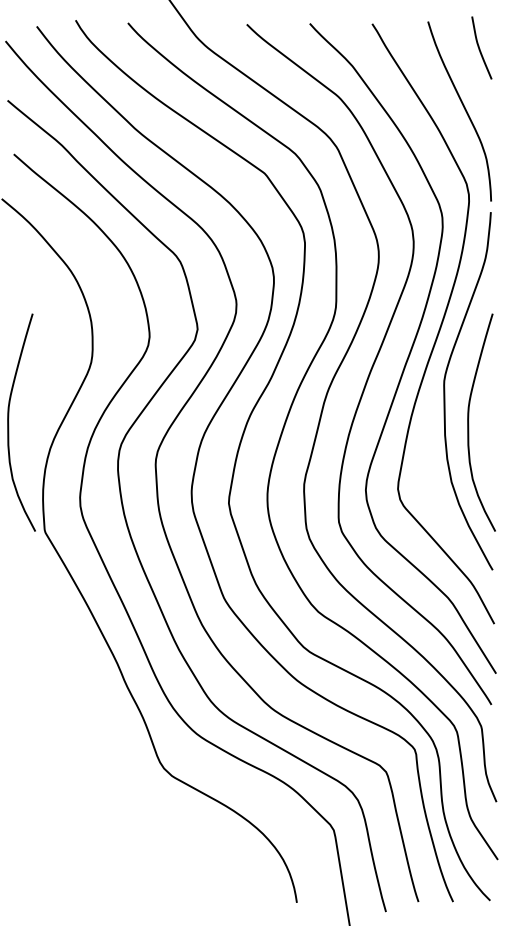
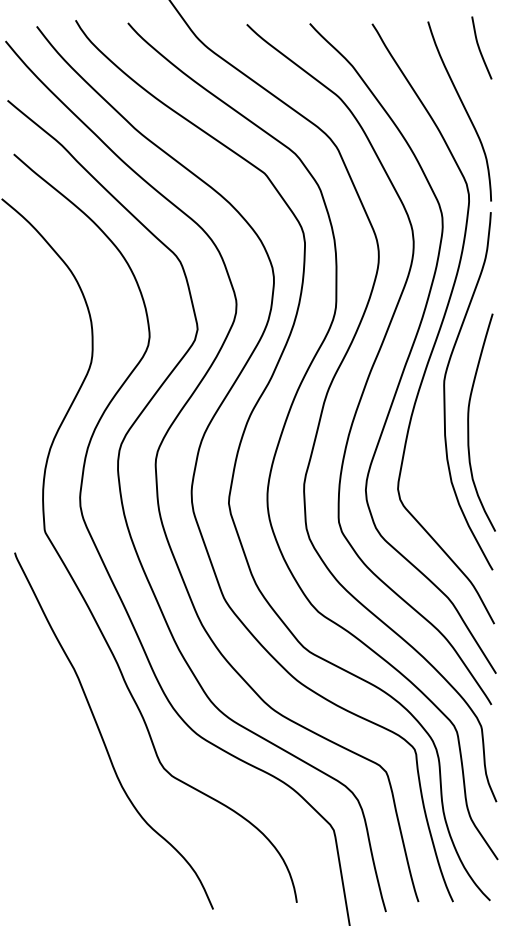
curve at (9, 422): present -> none
curve at (102, 735): none -> present
